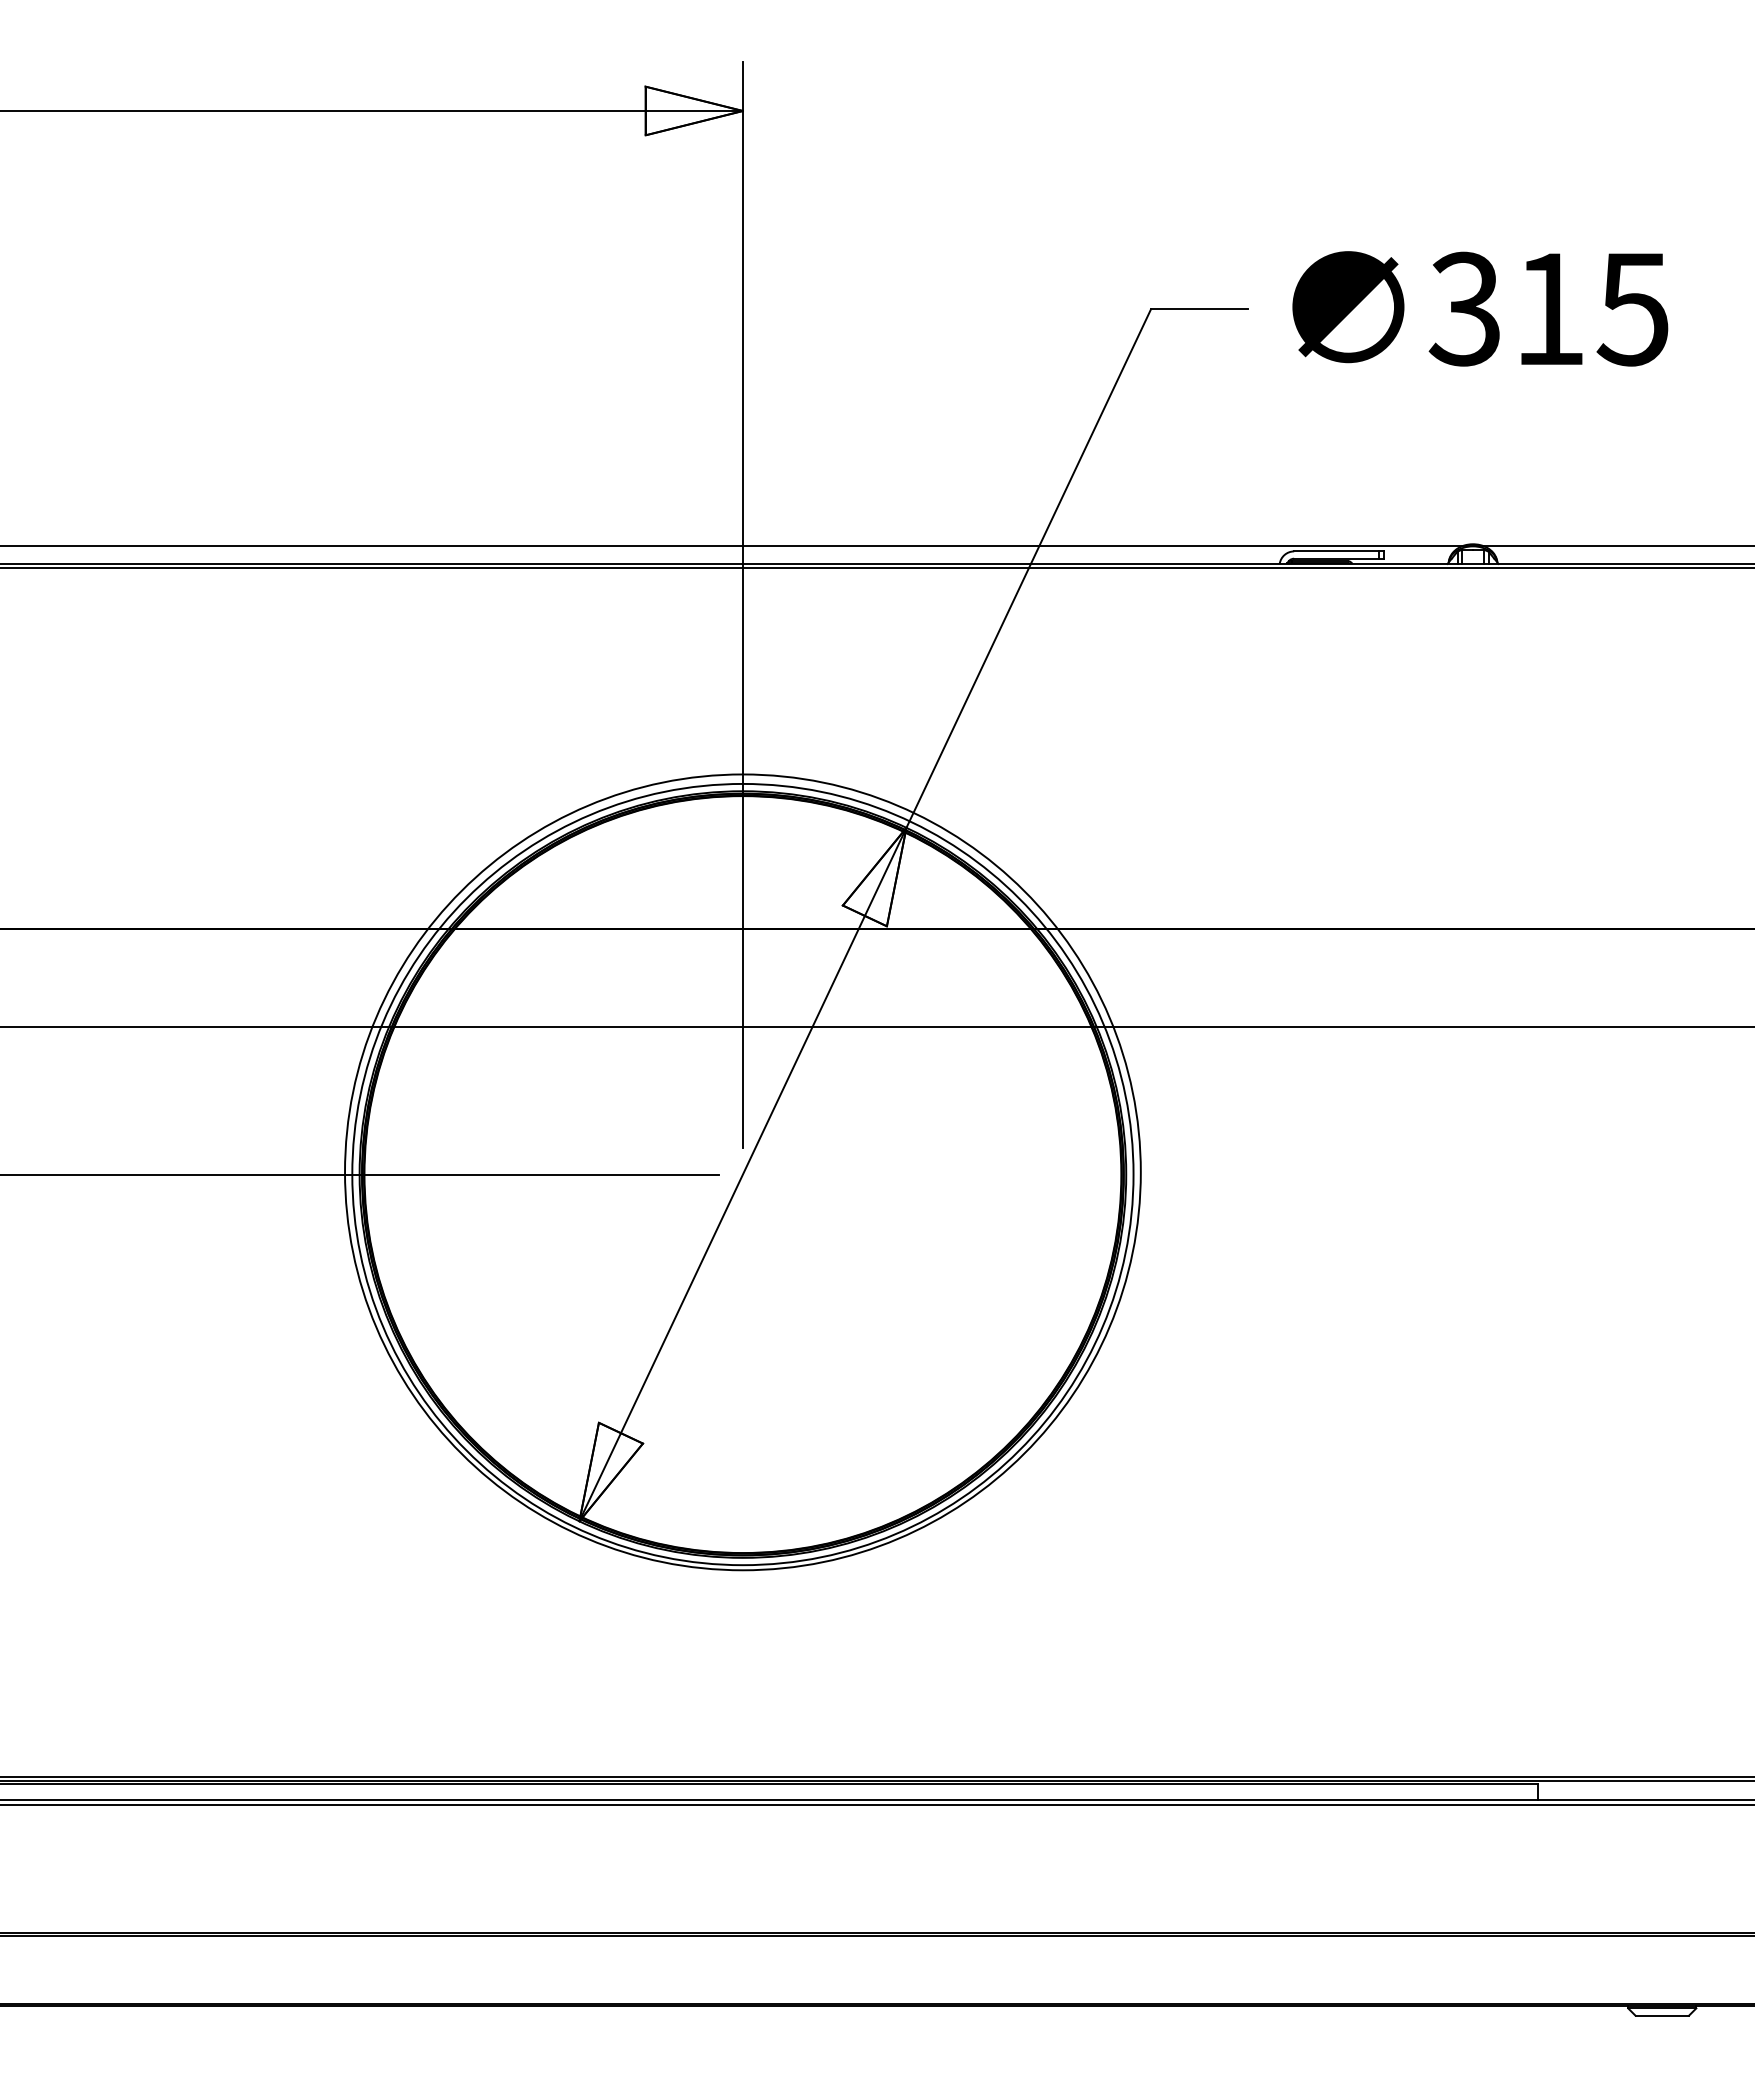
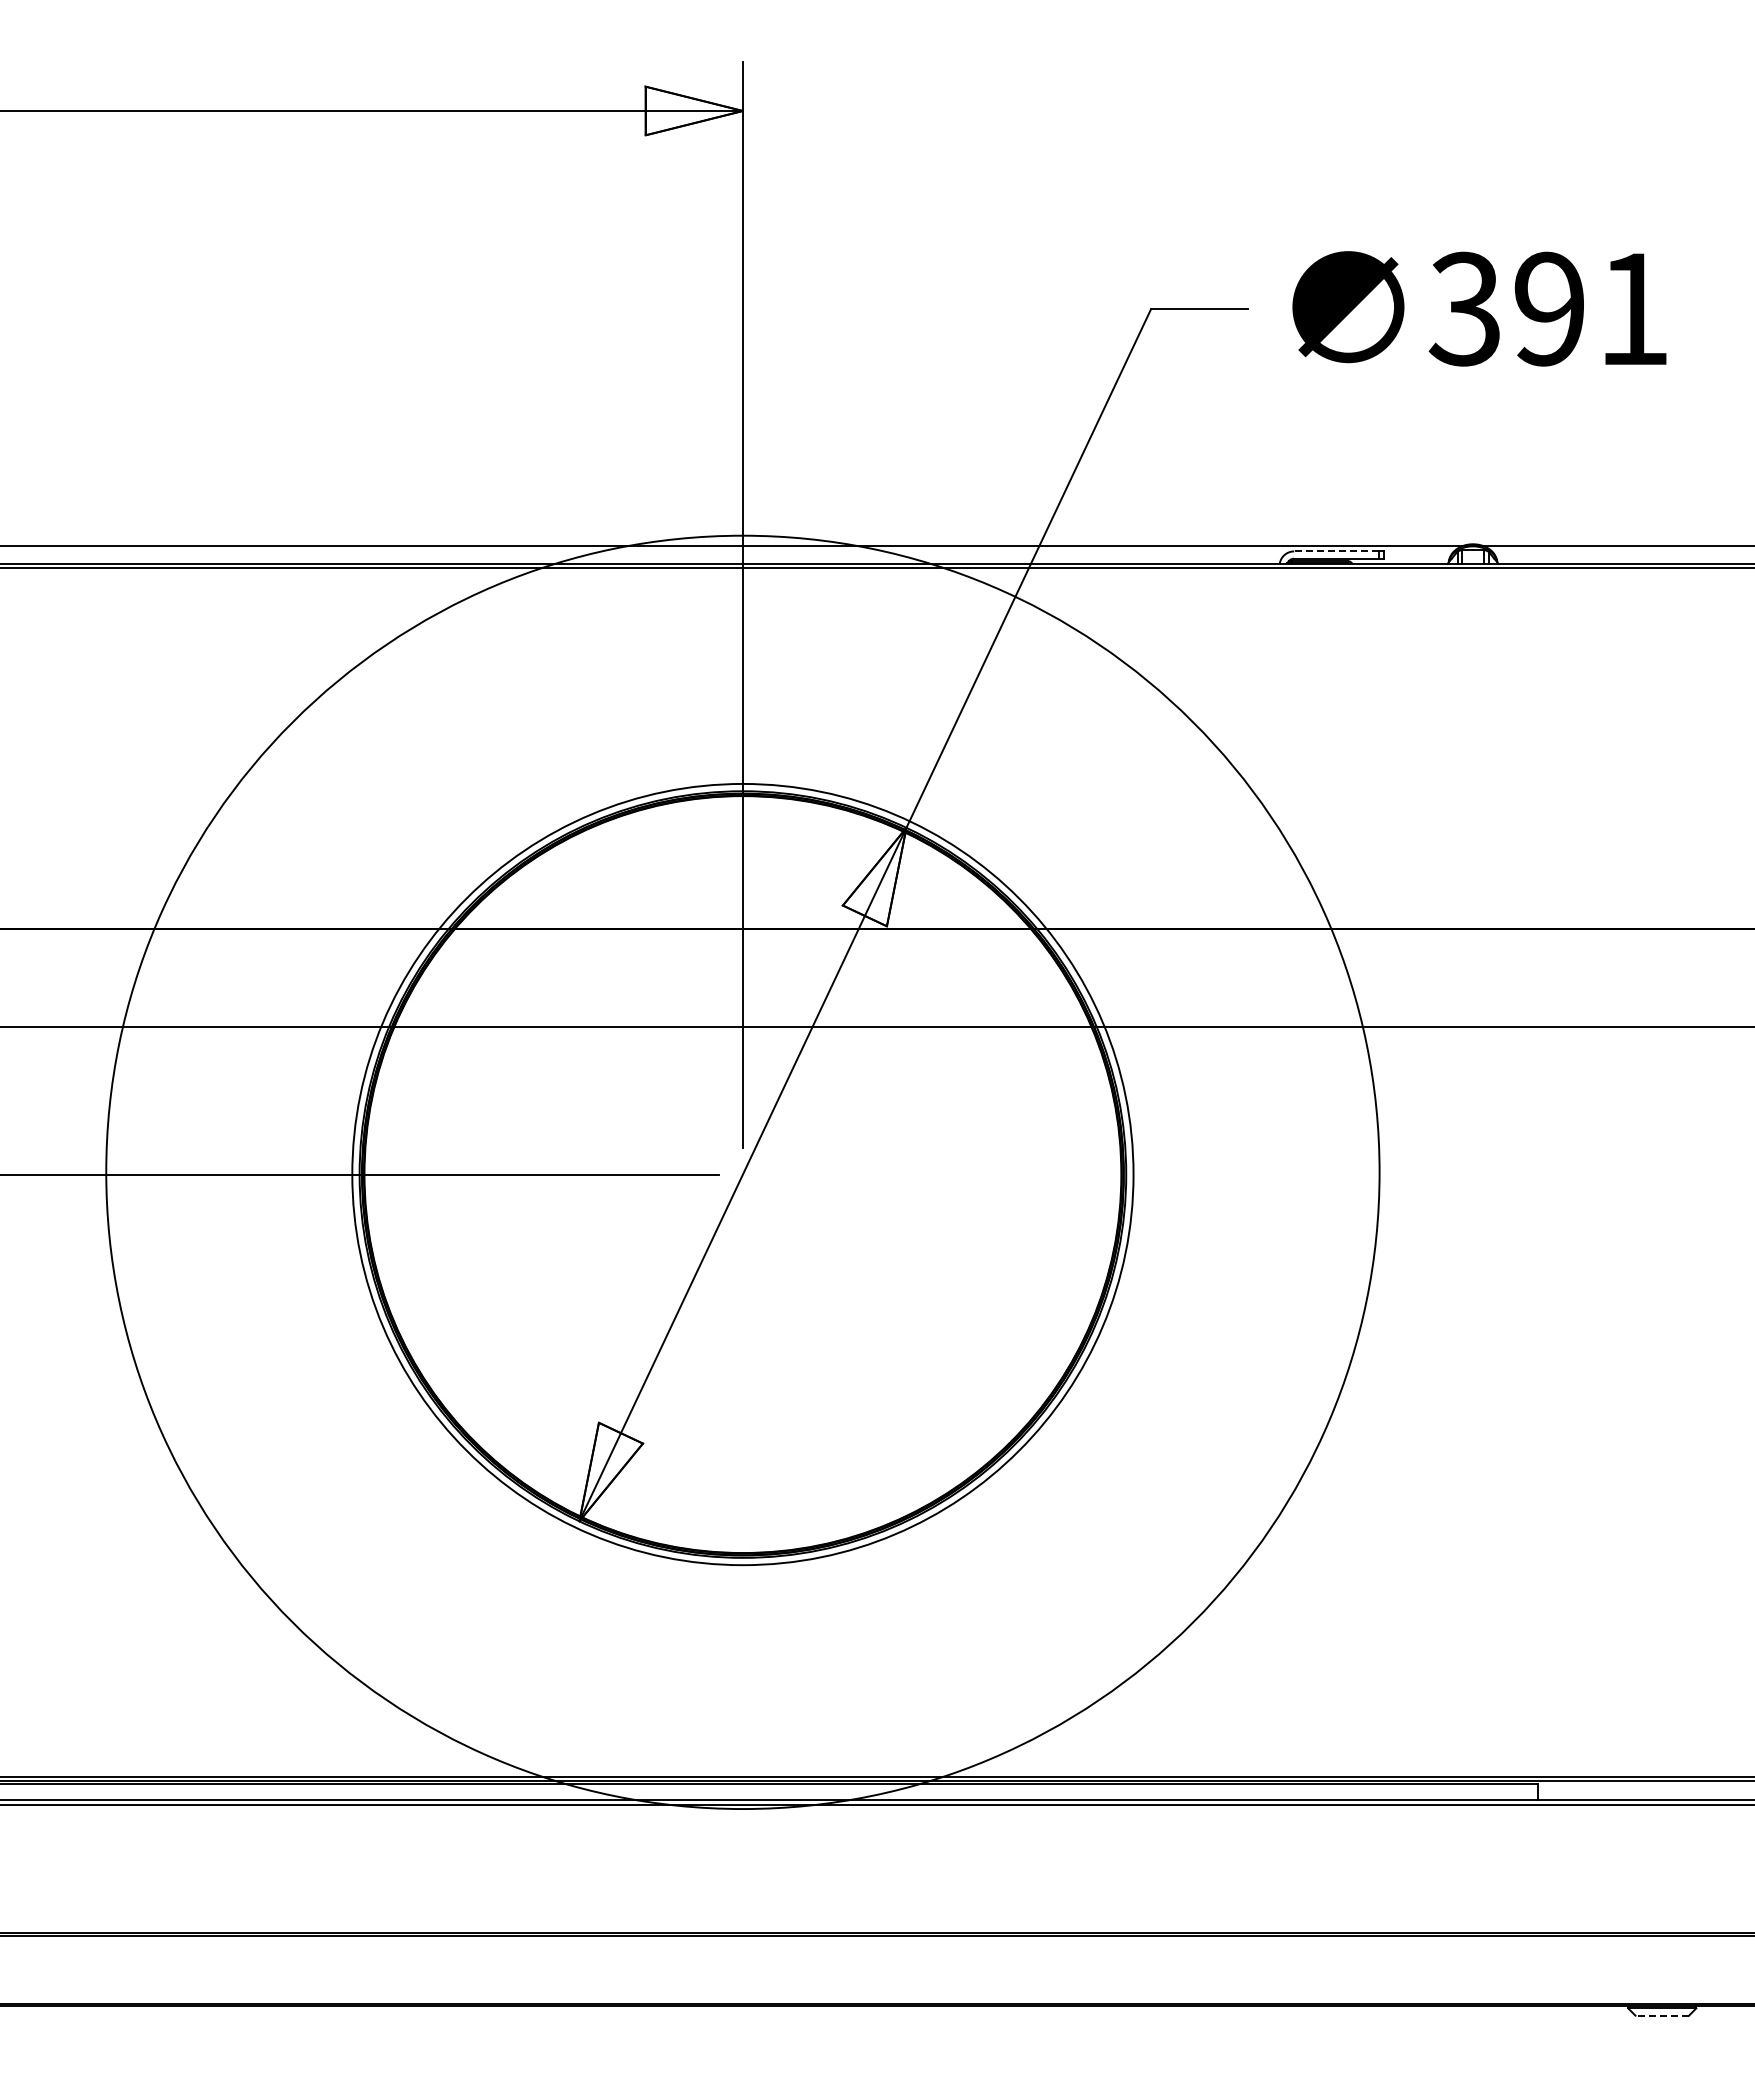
text at (1591, 308): 315 -> 391
line at (1336, 551): solid -> dashed
circle at (742, 1172) diameter: 796 px -> 1273 px
line at (1662, 2015): solid -> dashed
